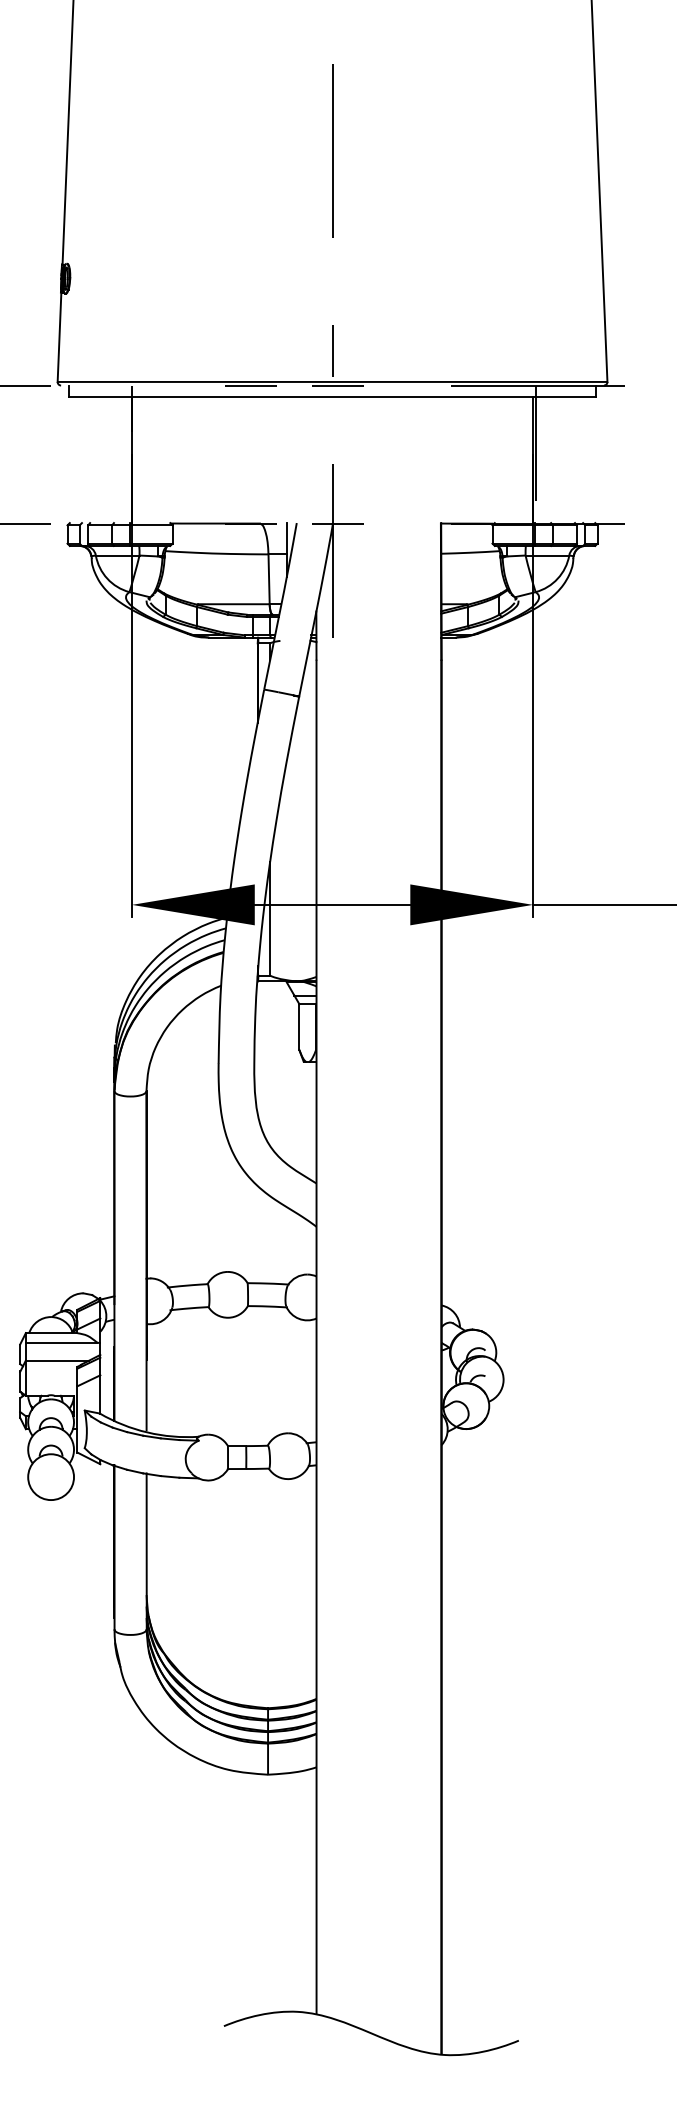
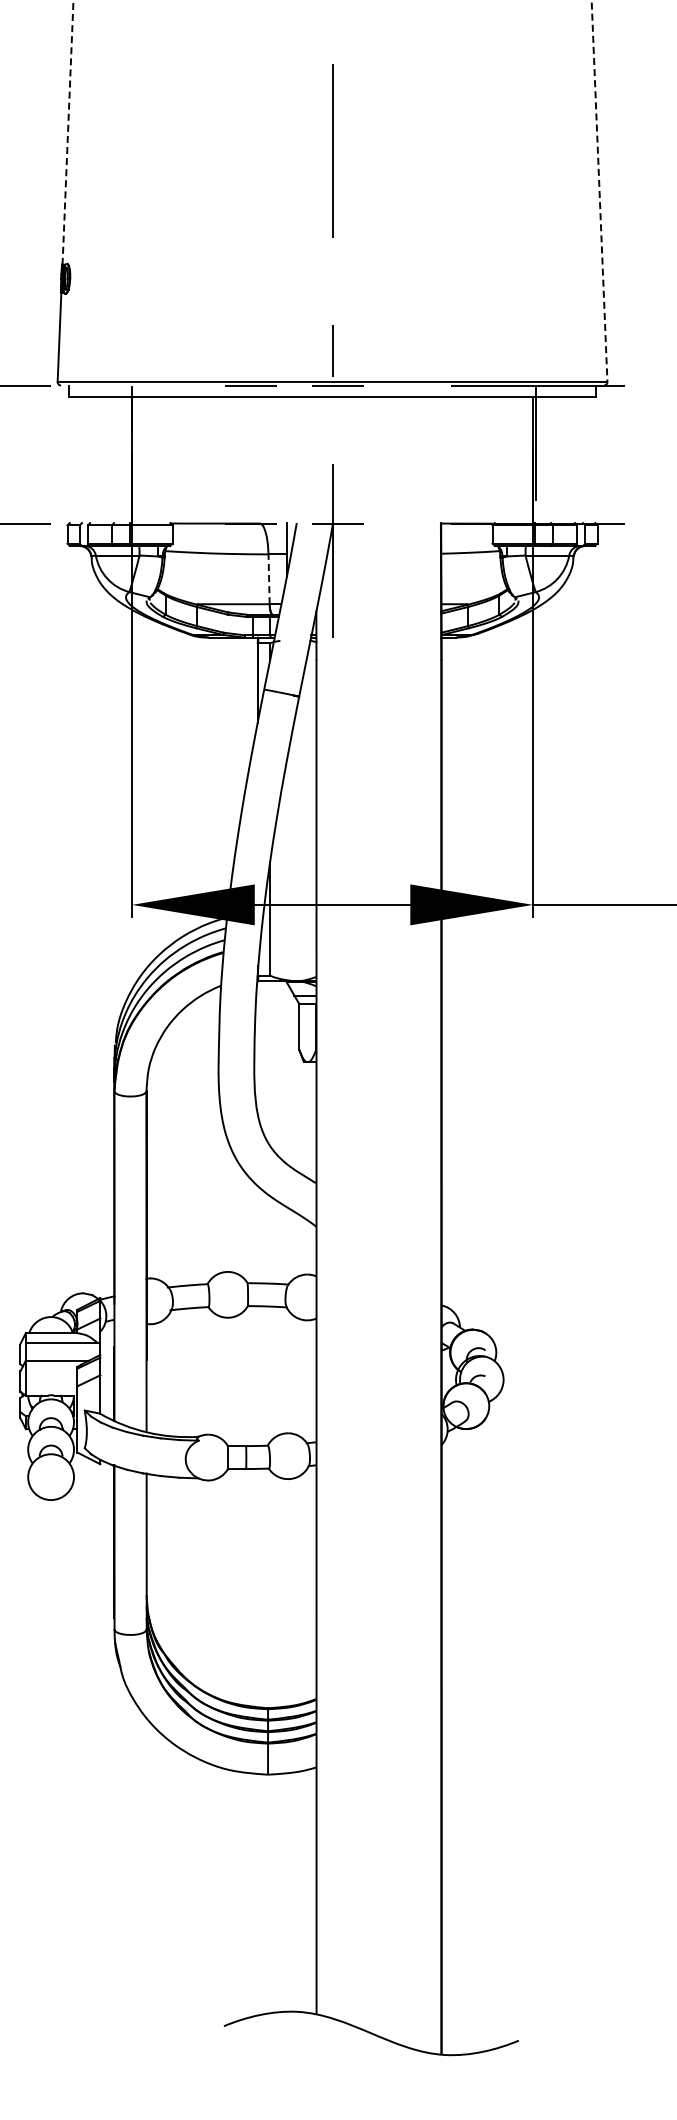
line at (68, 132): solid -> dashed
line at (599, 191): solid -> dashed
line at (269, 579): solid -> dashed
